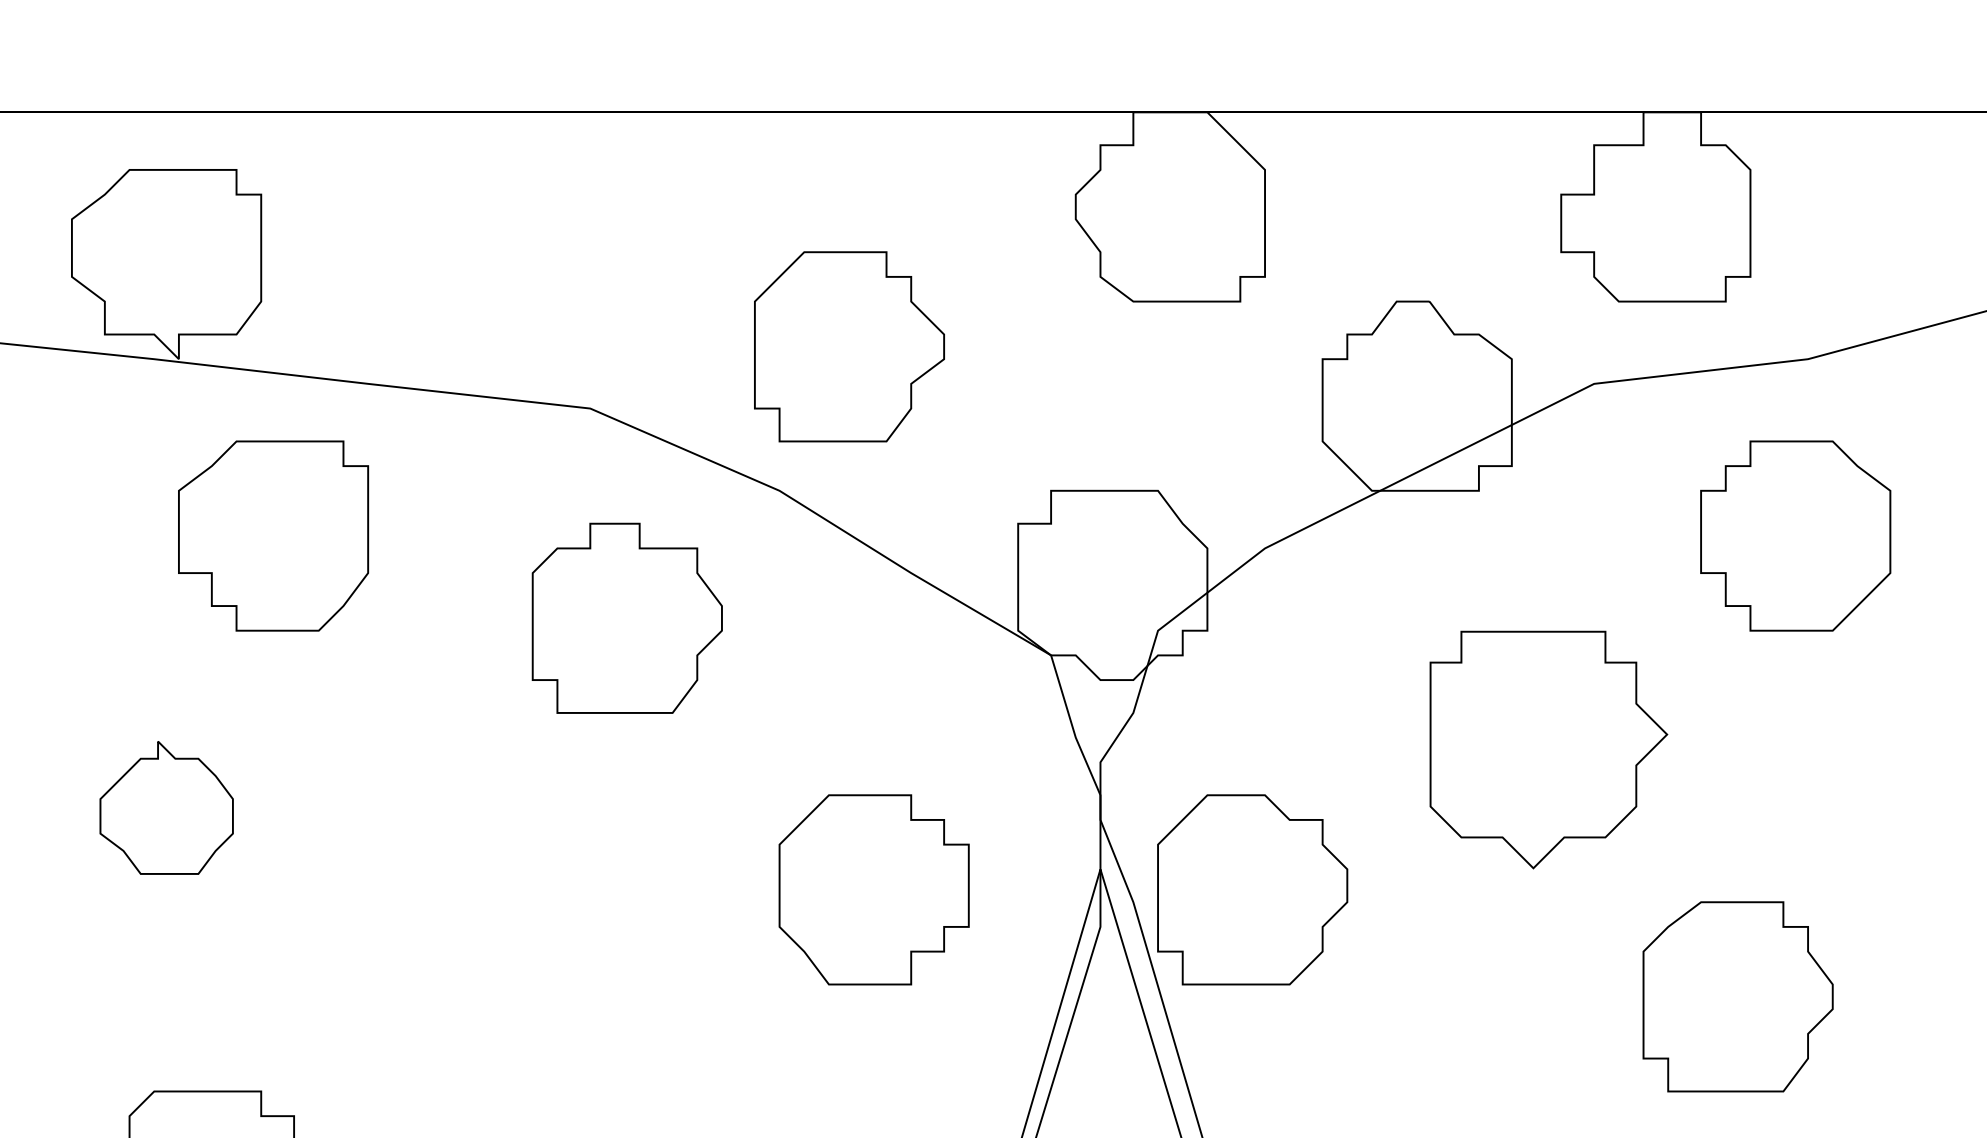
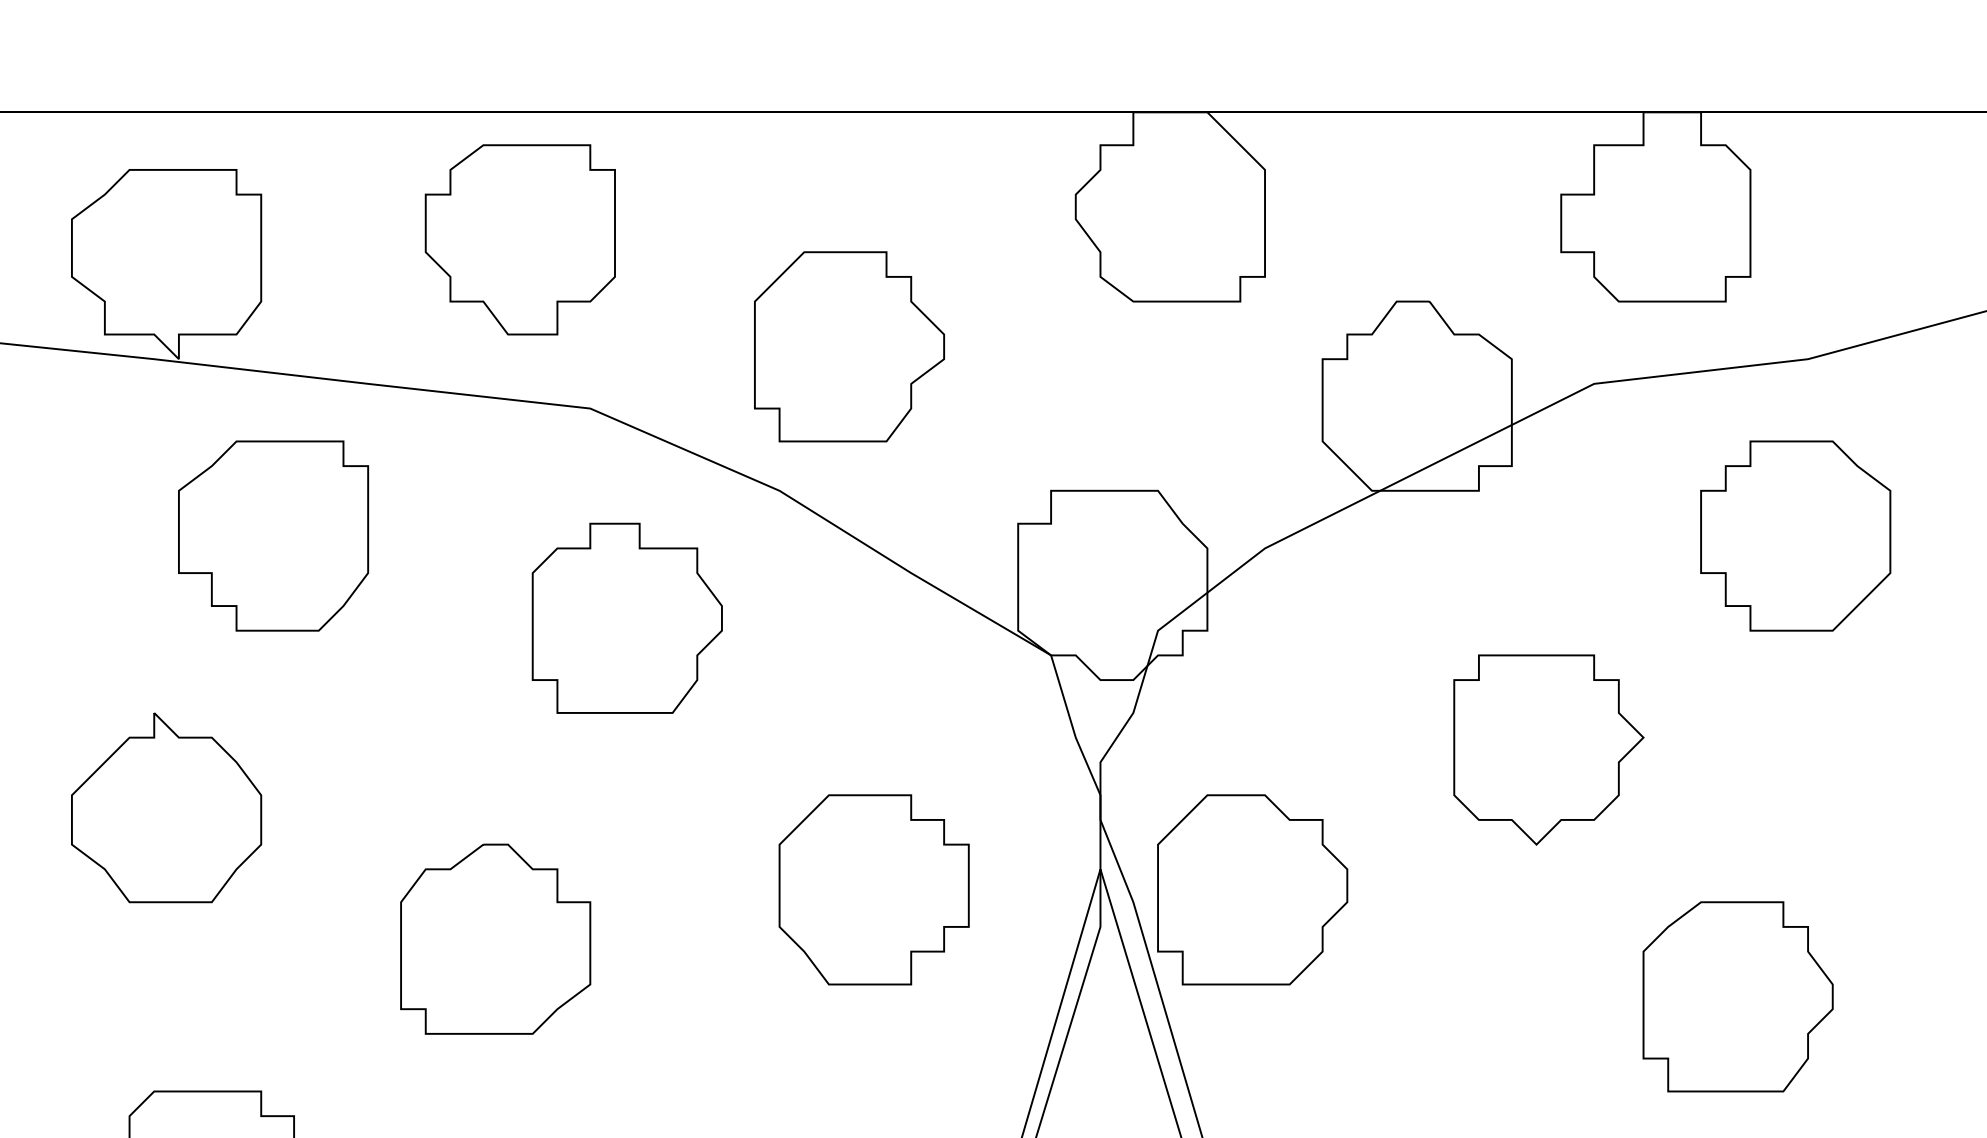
part at (519, 239): none -> present
part at (1548, 749) size: 240x240 px -> 192x192 px
part at (166, 807) size: 135x134 px -> 192x192 px
part at (495, 938): none -> present
